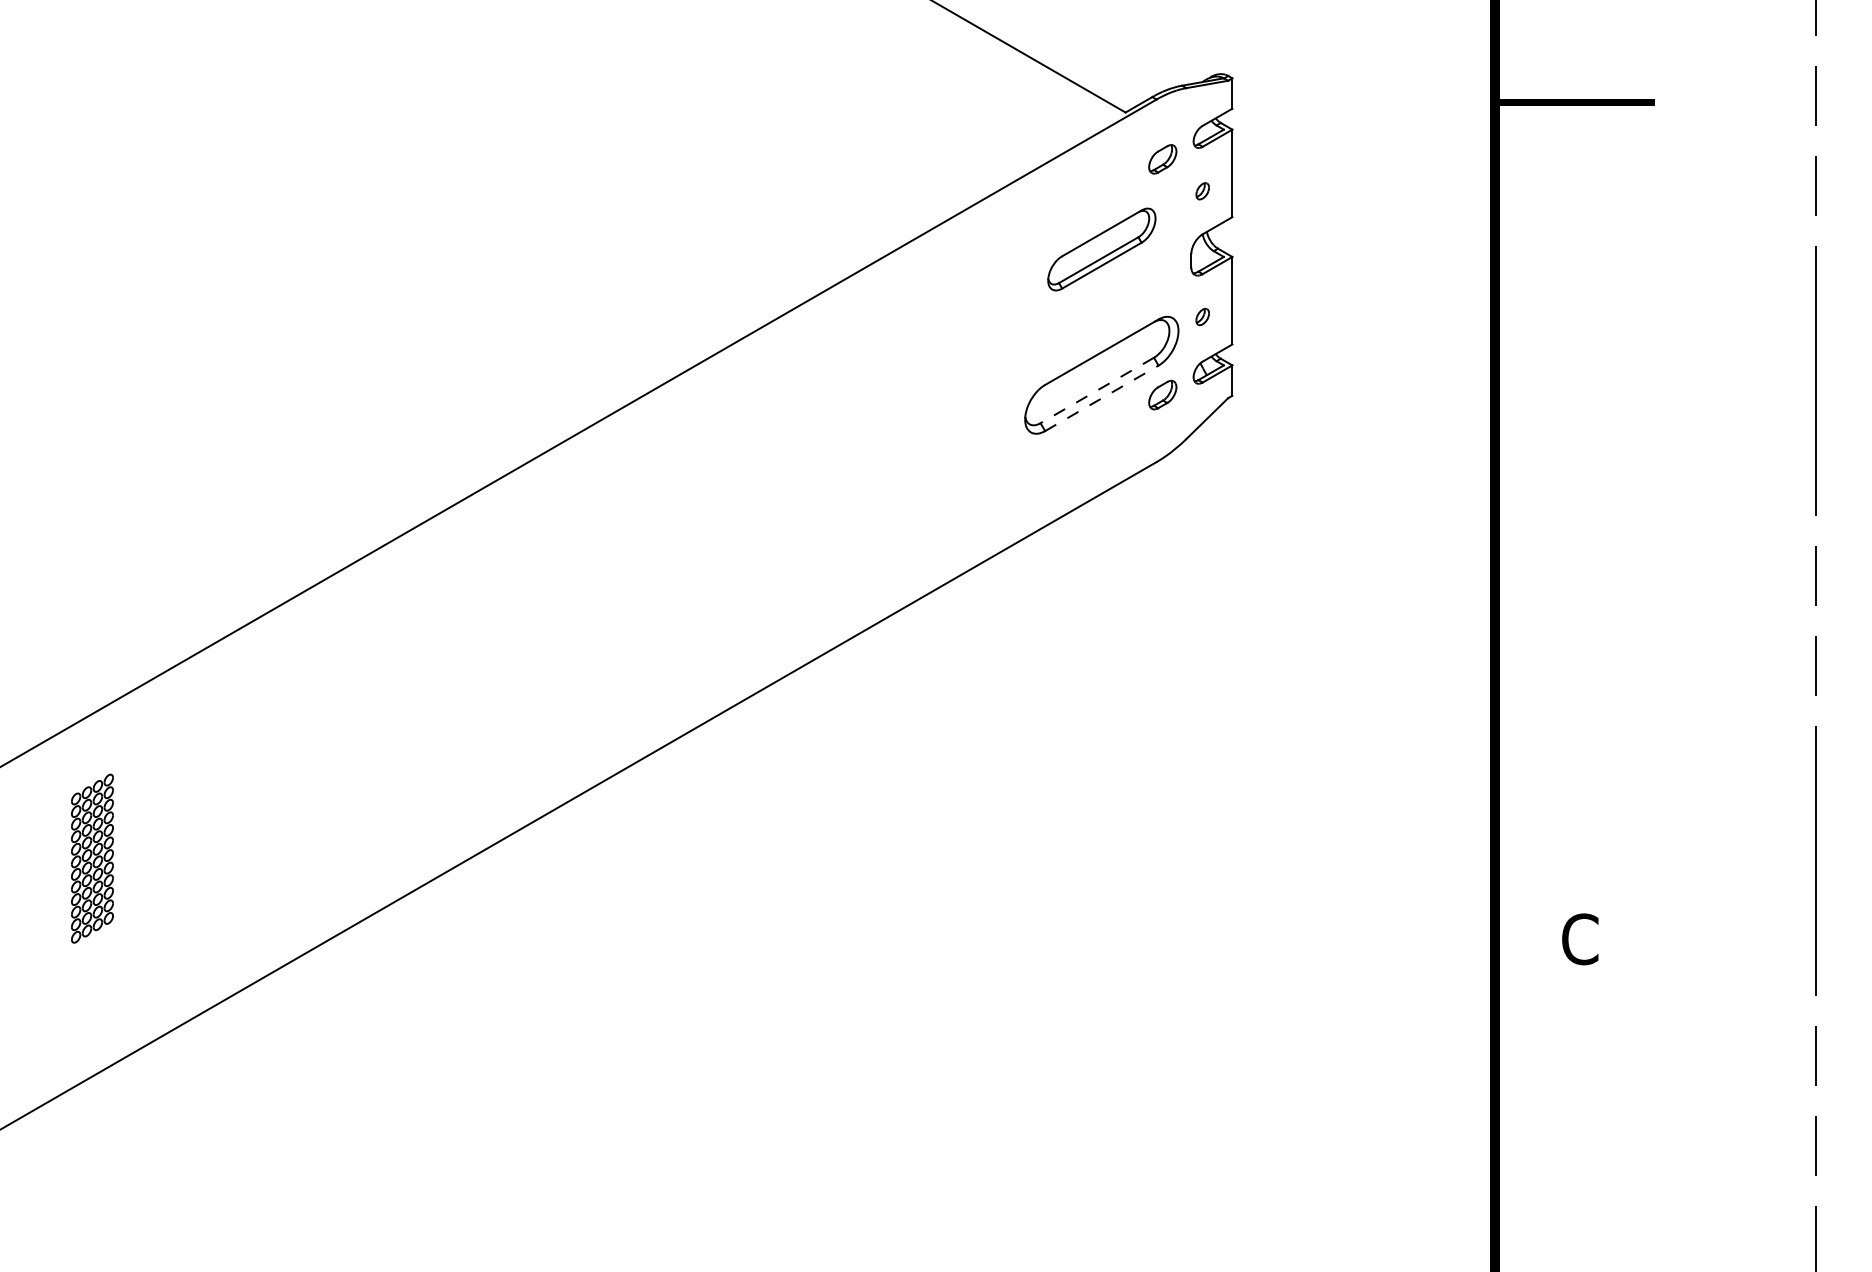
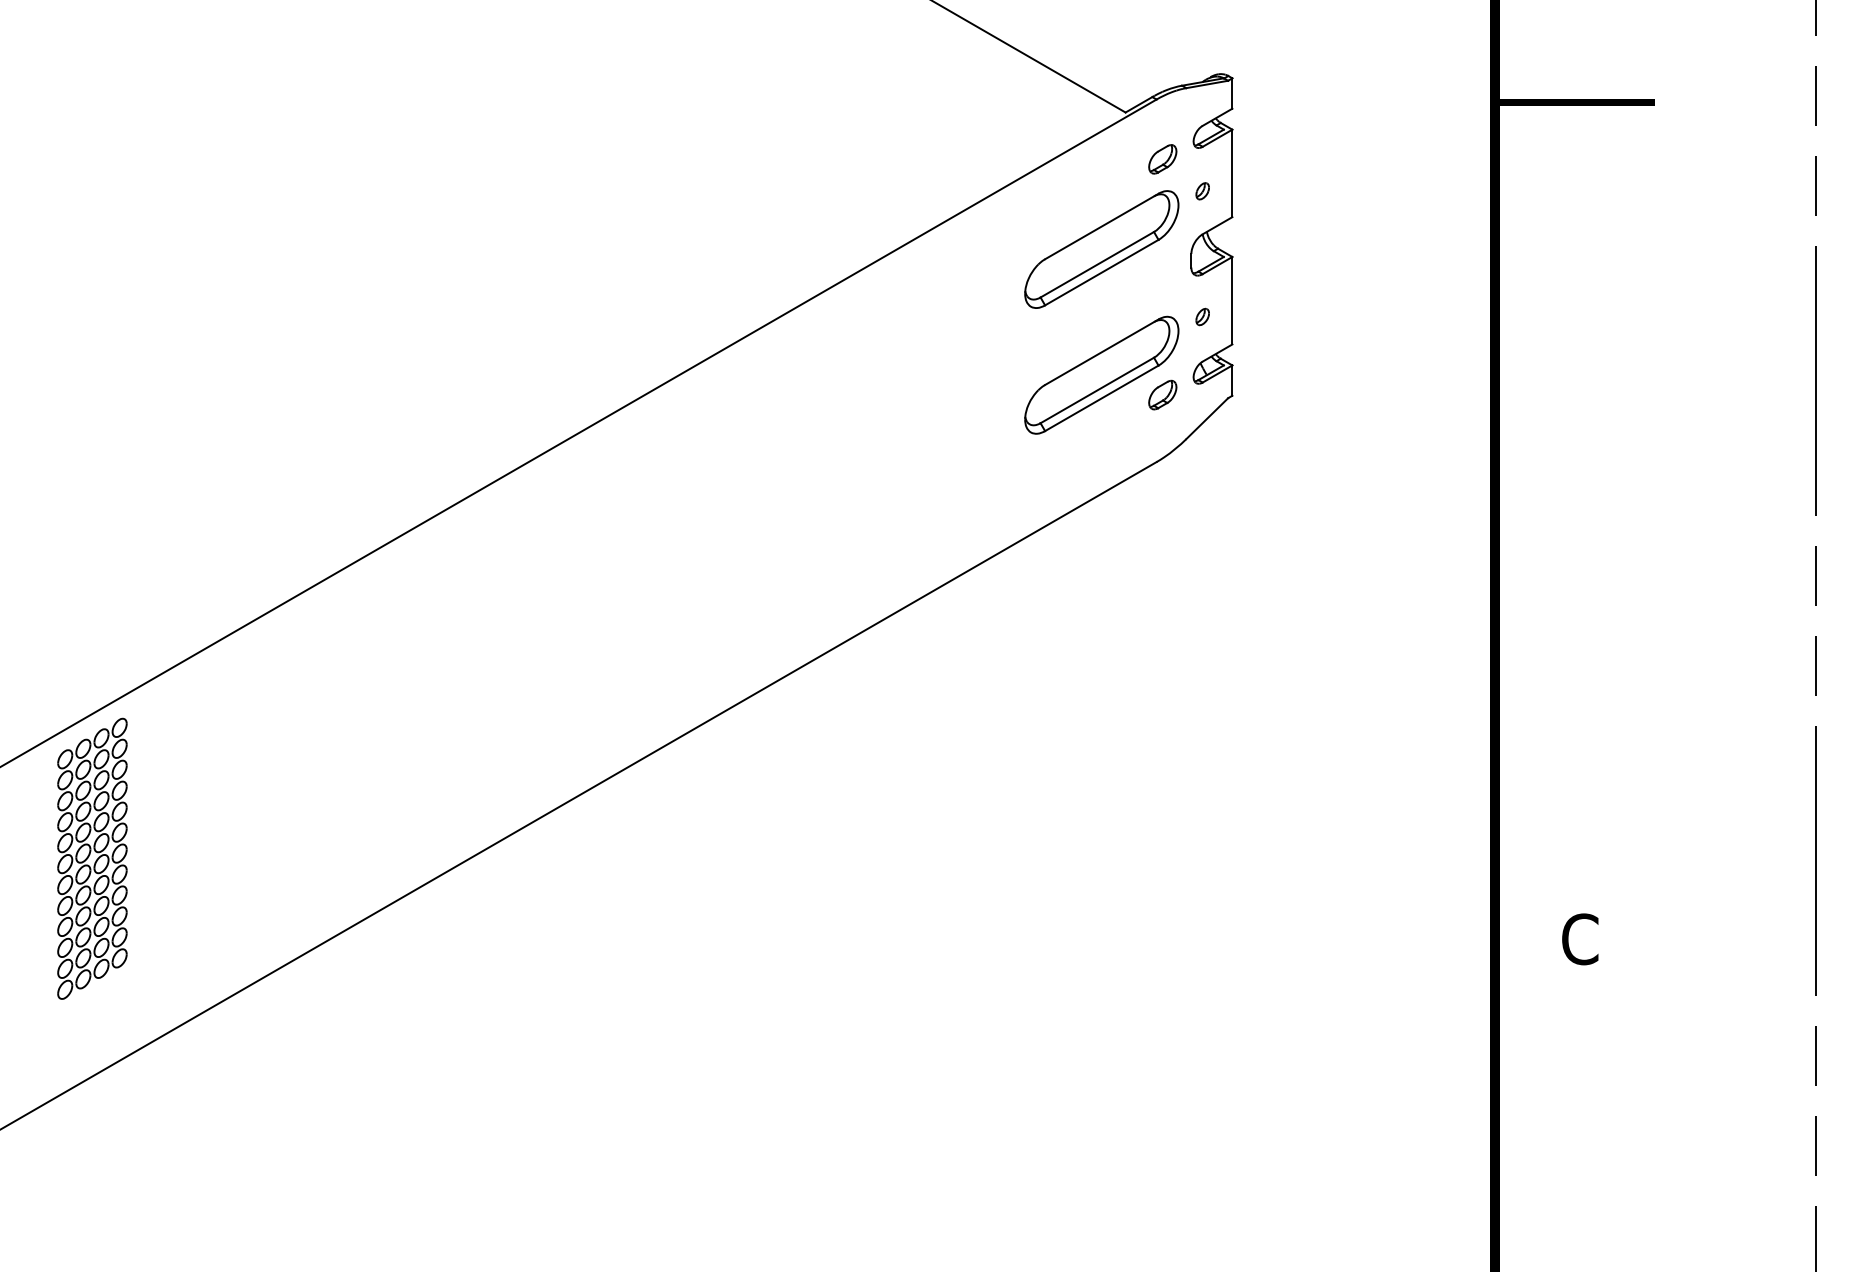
part at (1101, 249) size: 110x85 px -> 156x119 px
line at (1096, 390): dashed -> solid
line at (1102, 398): dashed -> solid
part at (92, 858) size: 43x171 px -> 71x283 px
